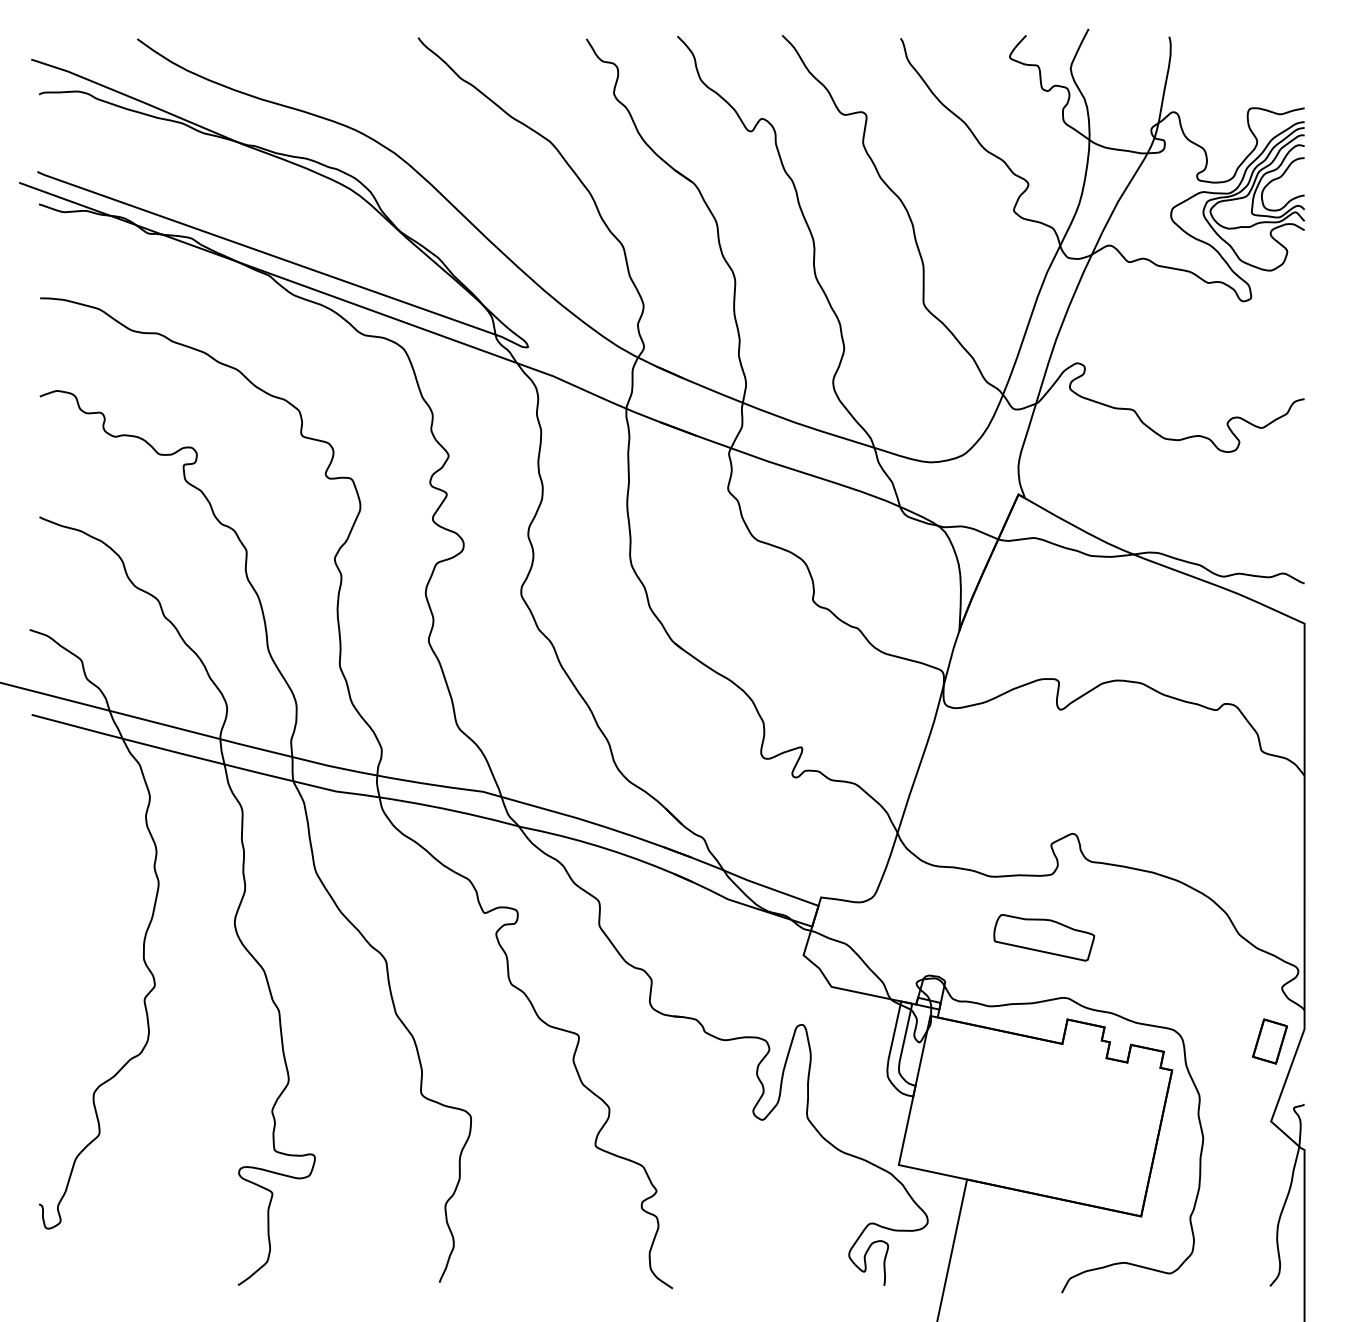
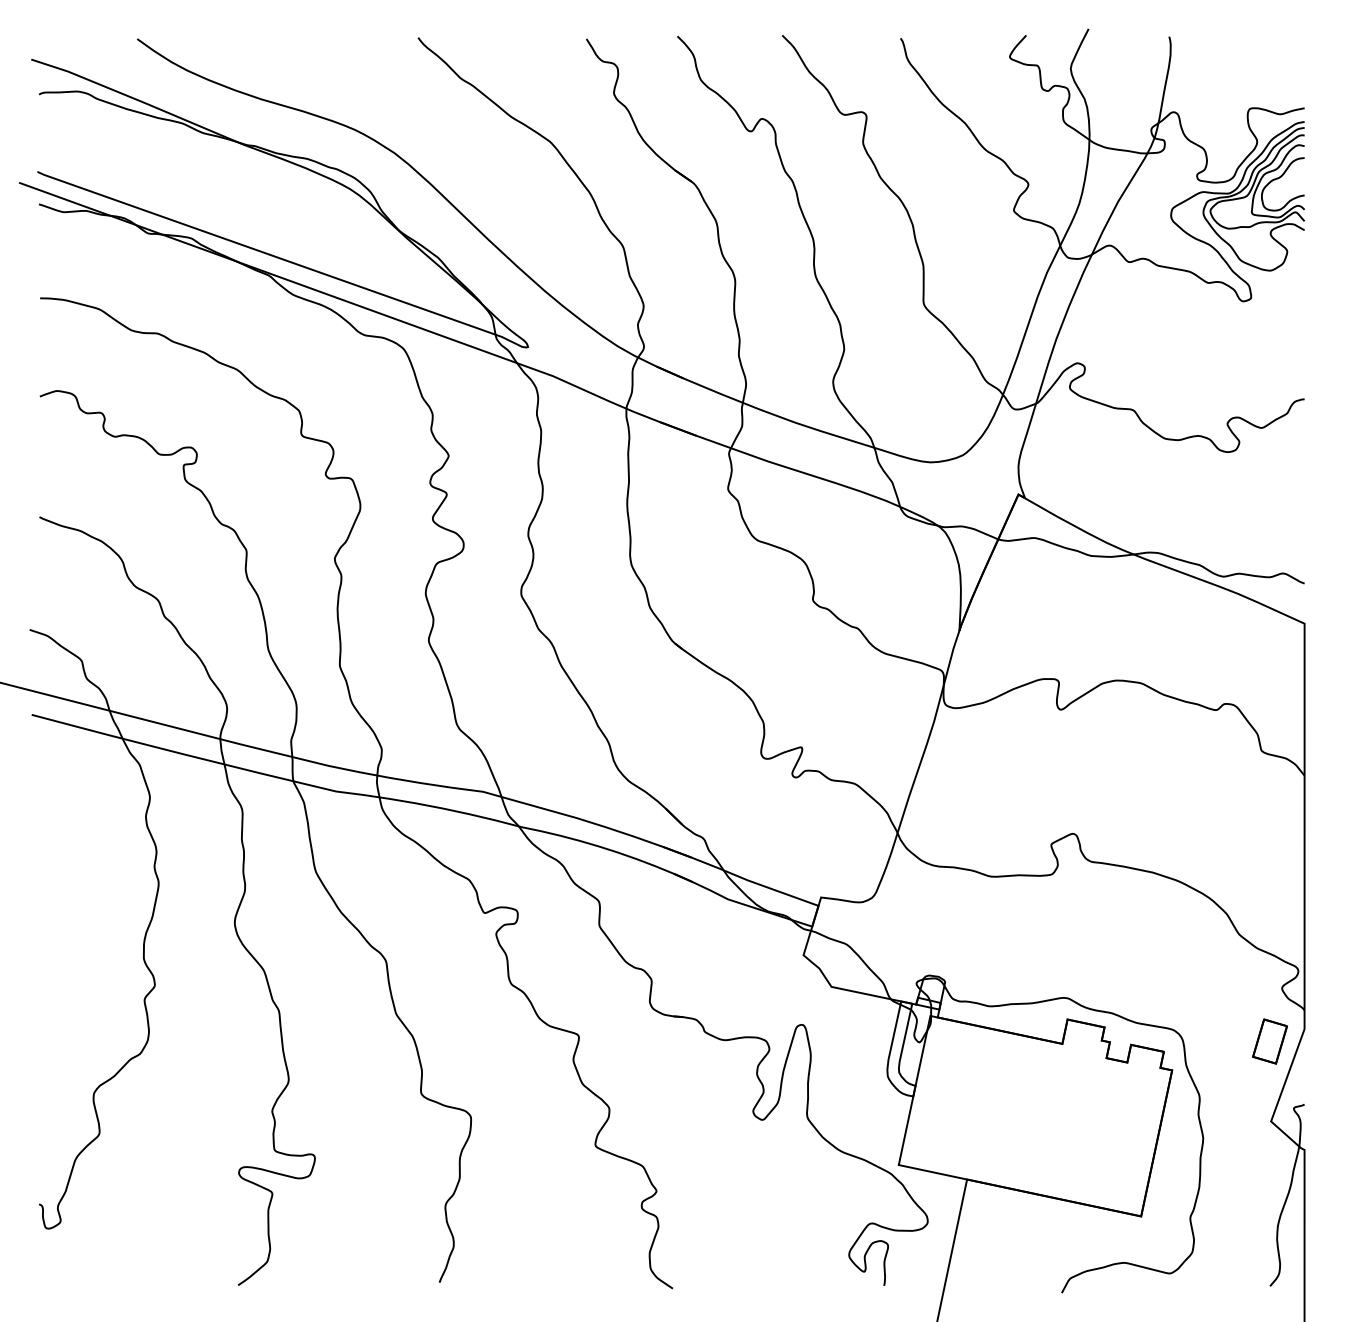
part at (1044, 937): present -> none
